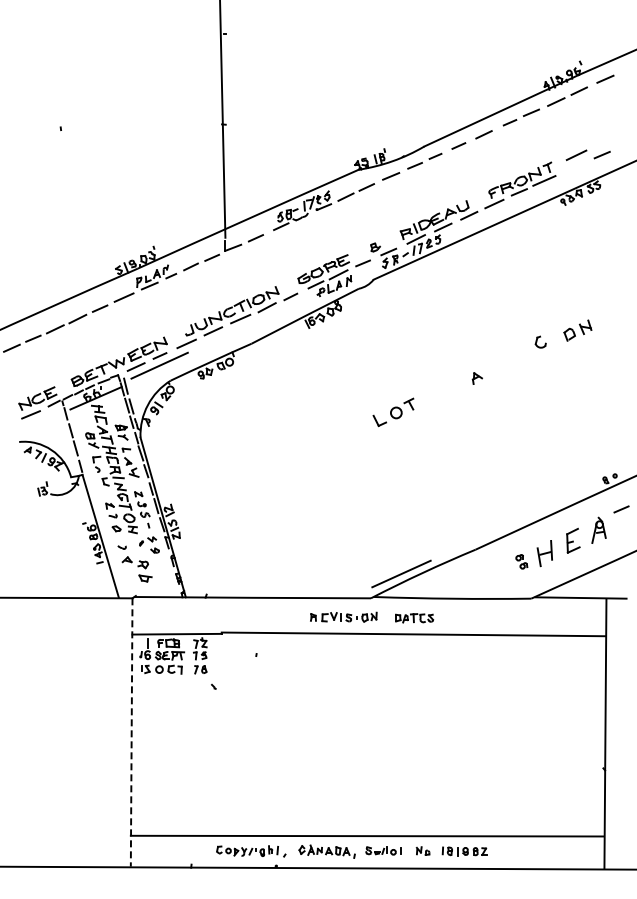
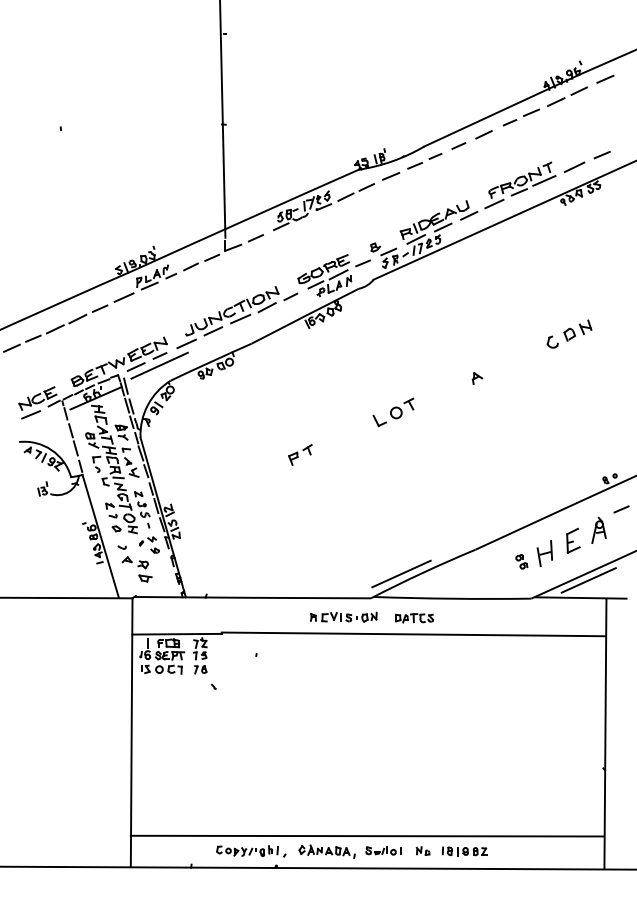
line at (576, 155) position: (576, 155) -> (574, 167)
part at (540, 341) position: (540, 341) -> (552, 341)
part at (300, 454): none -> present
line at (588, 580): none -> present
line at (131, 732): dashed -> solid
